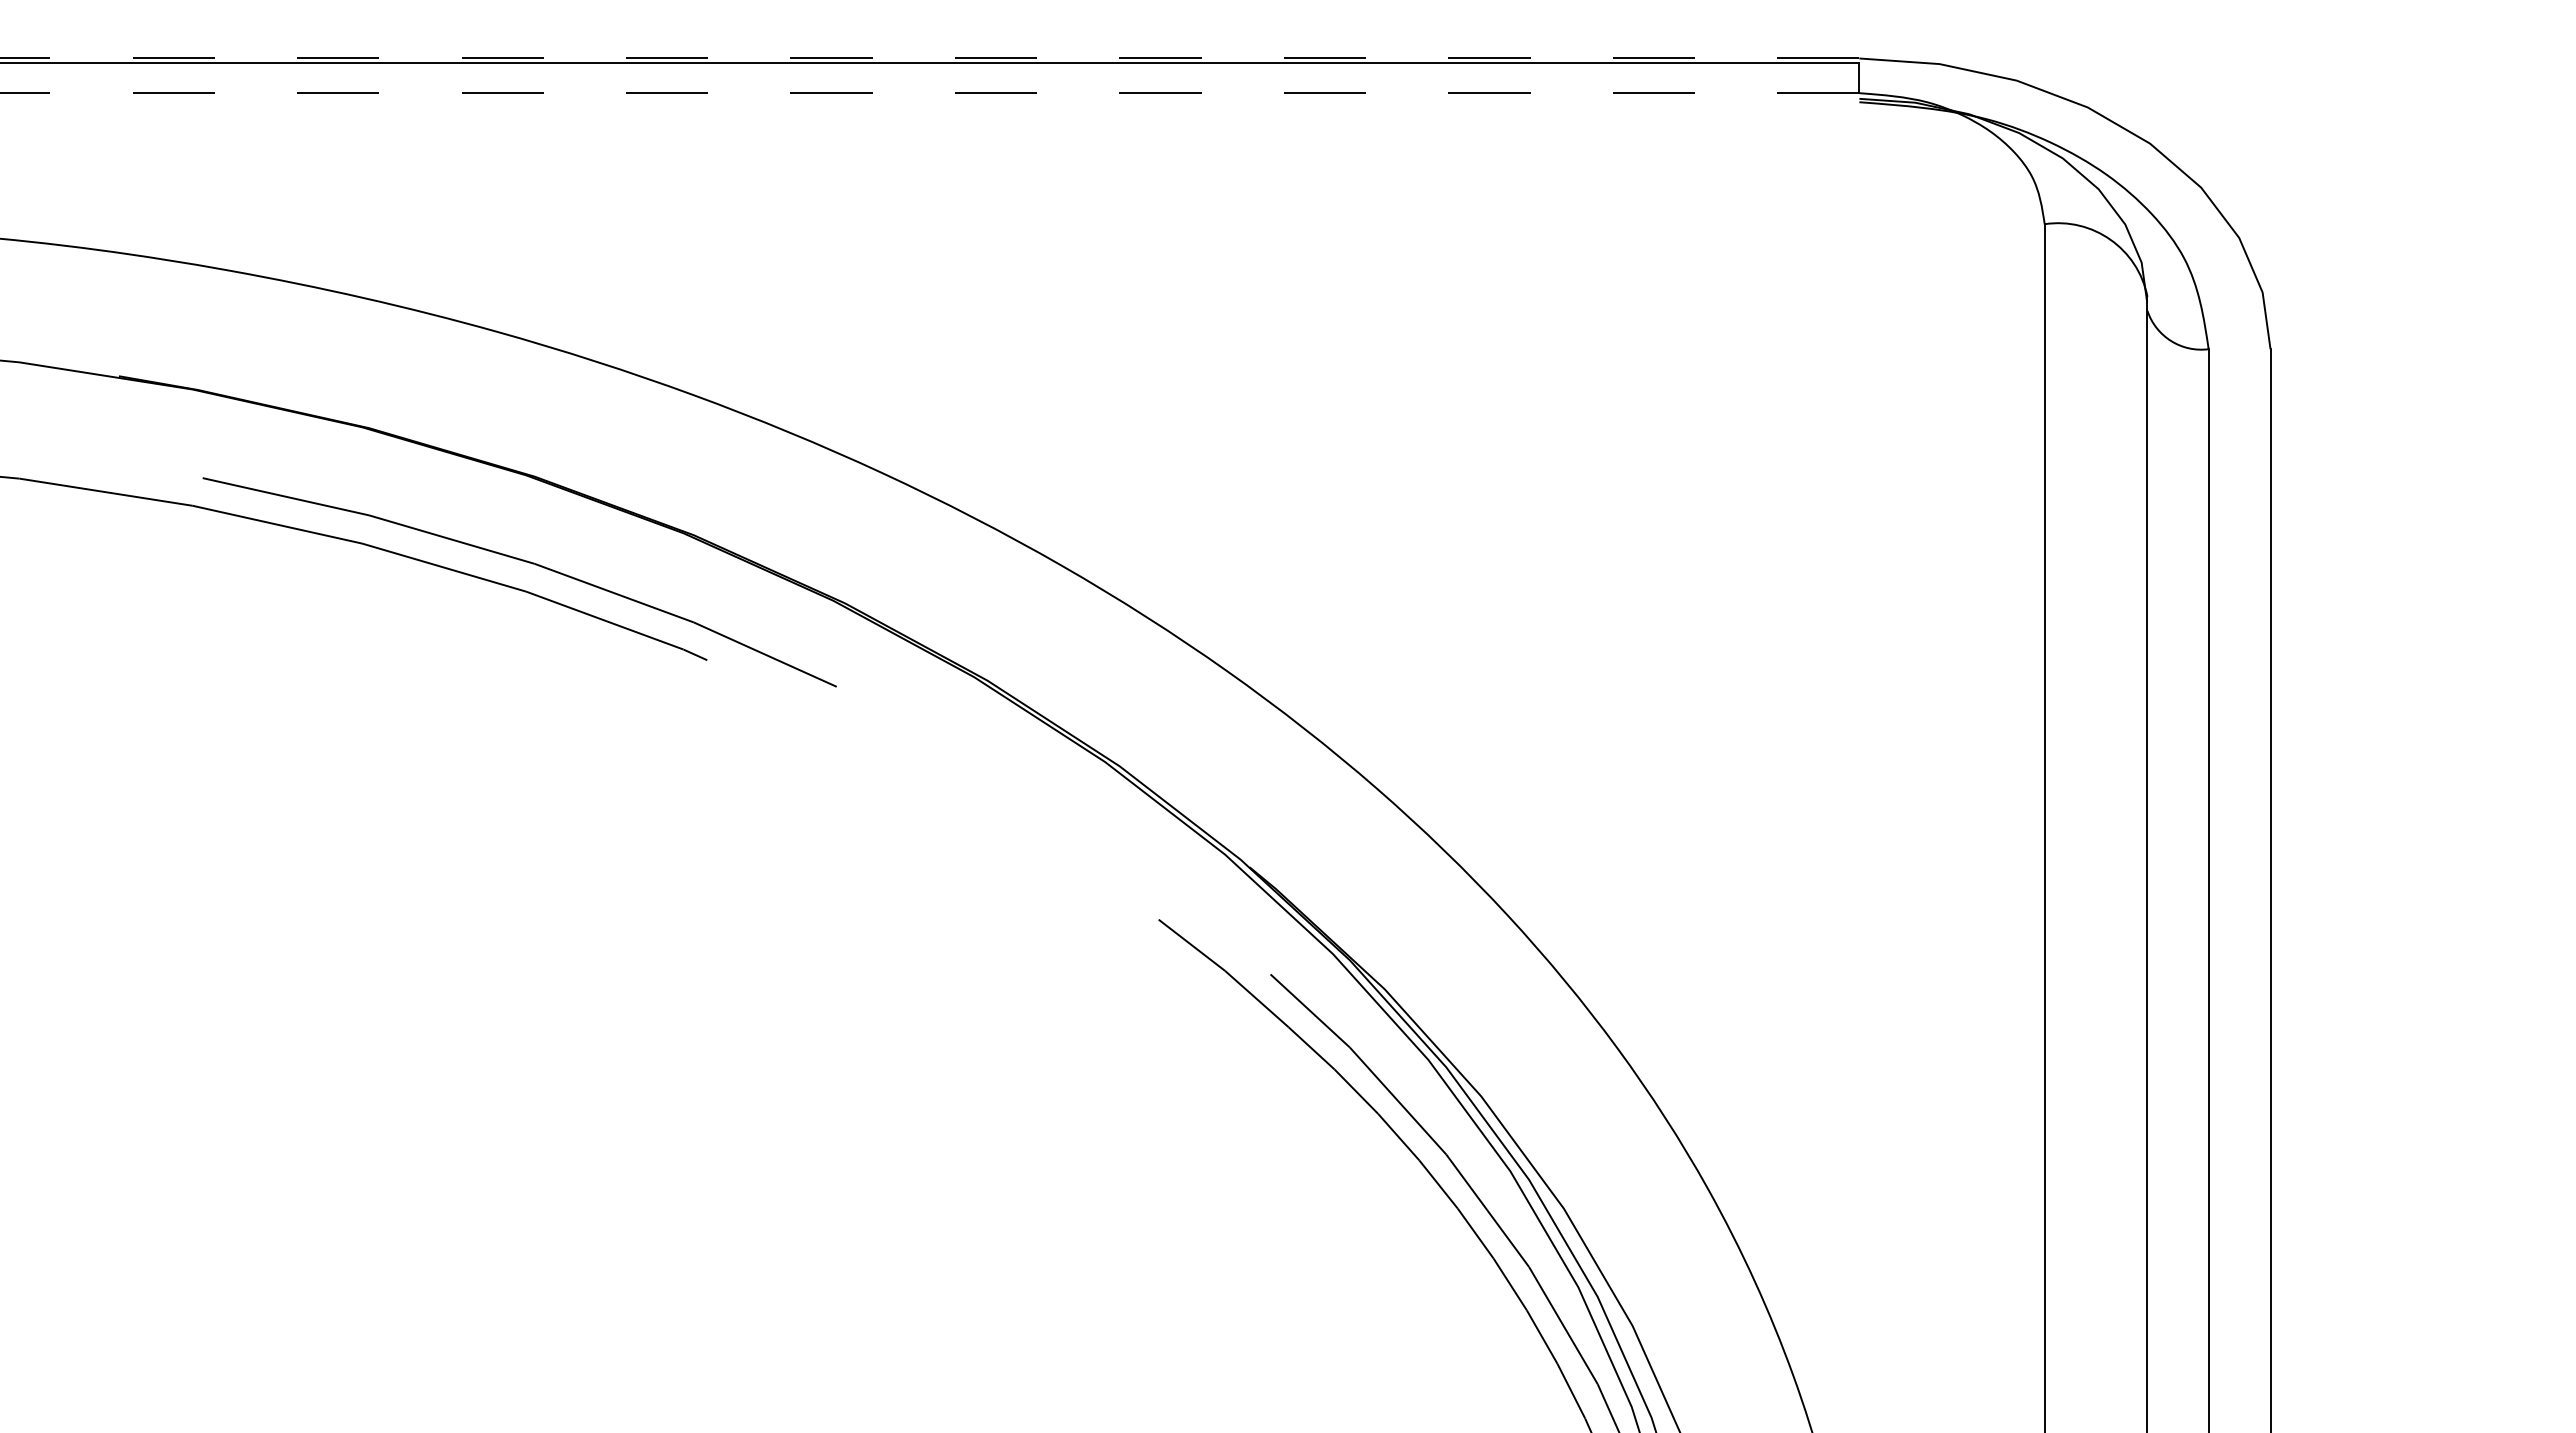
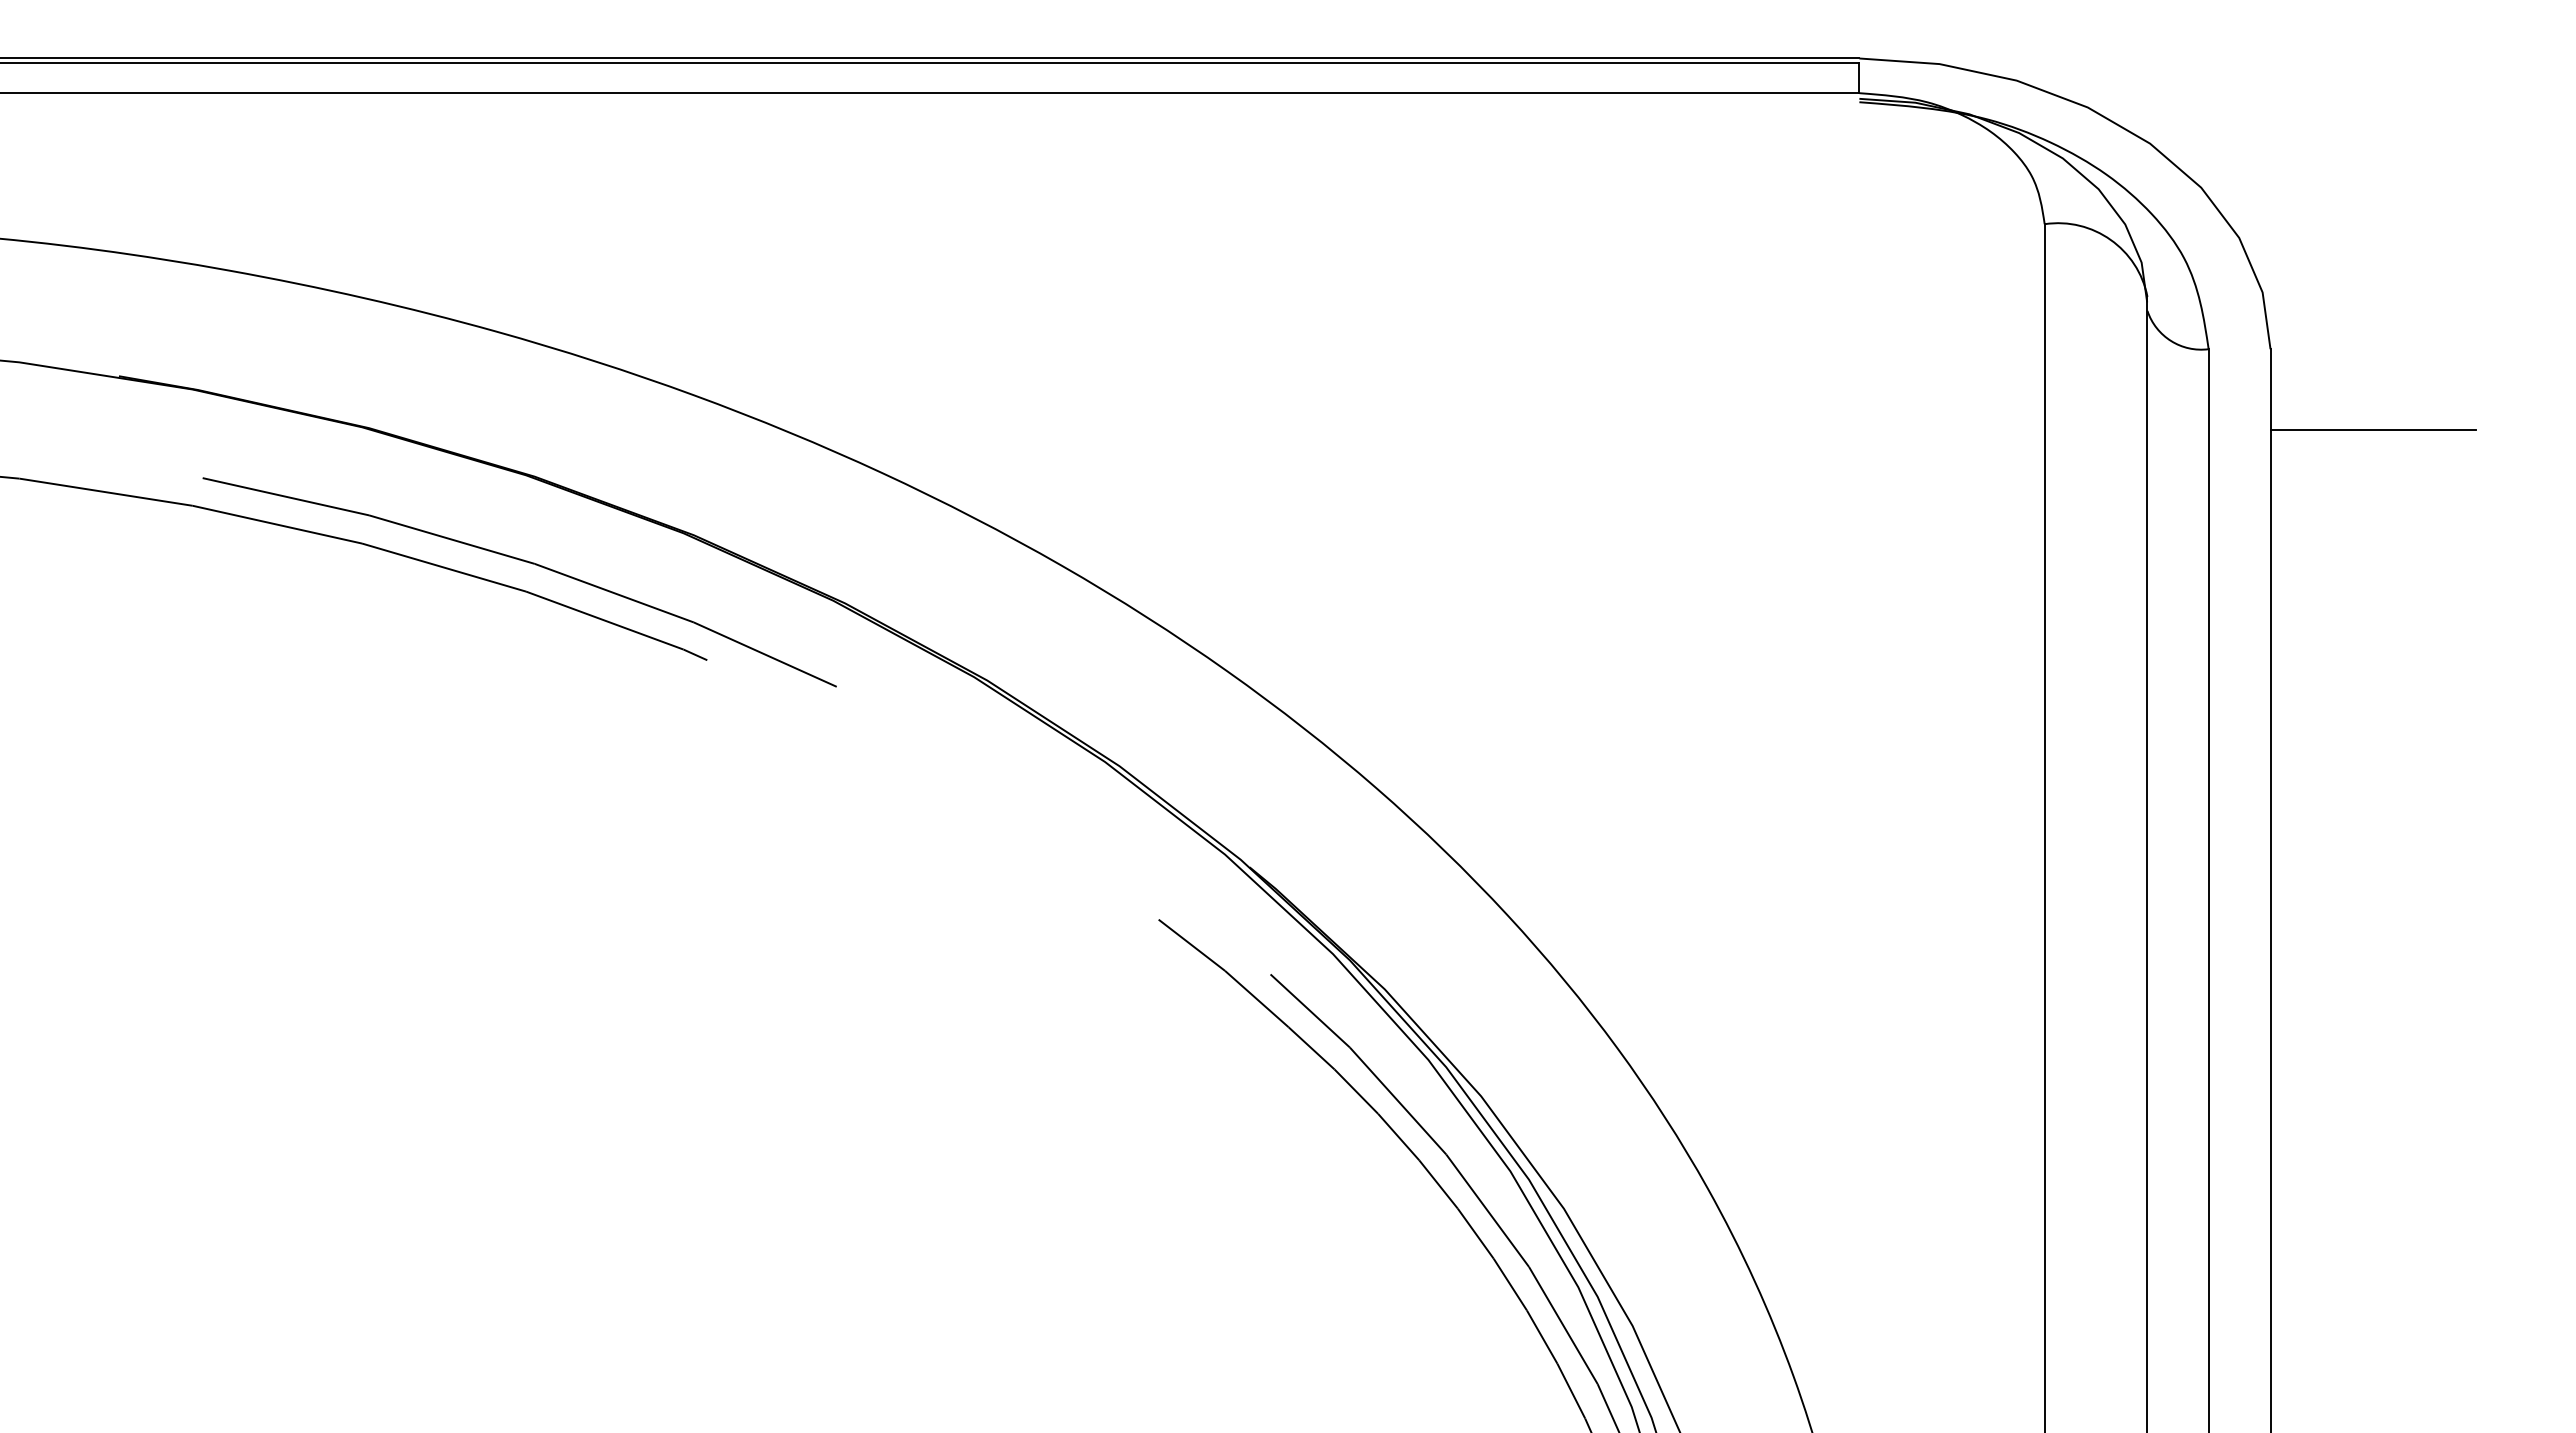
line at (929, 58): dashed -> solid
line at (929, 93): dashed -> solid
line at (2373, 430): none -> present
